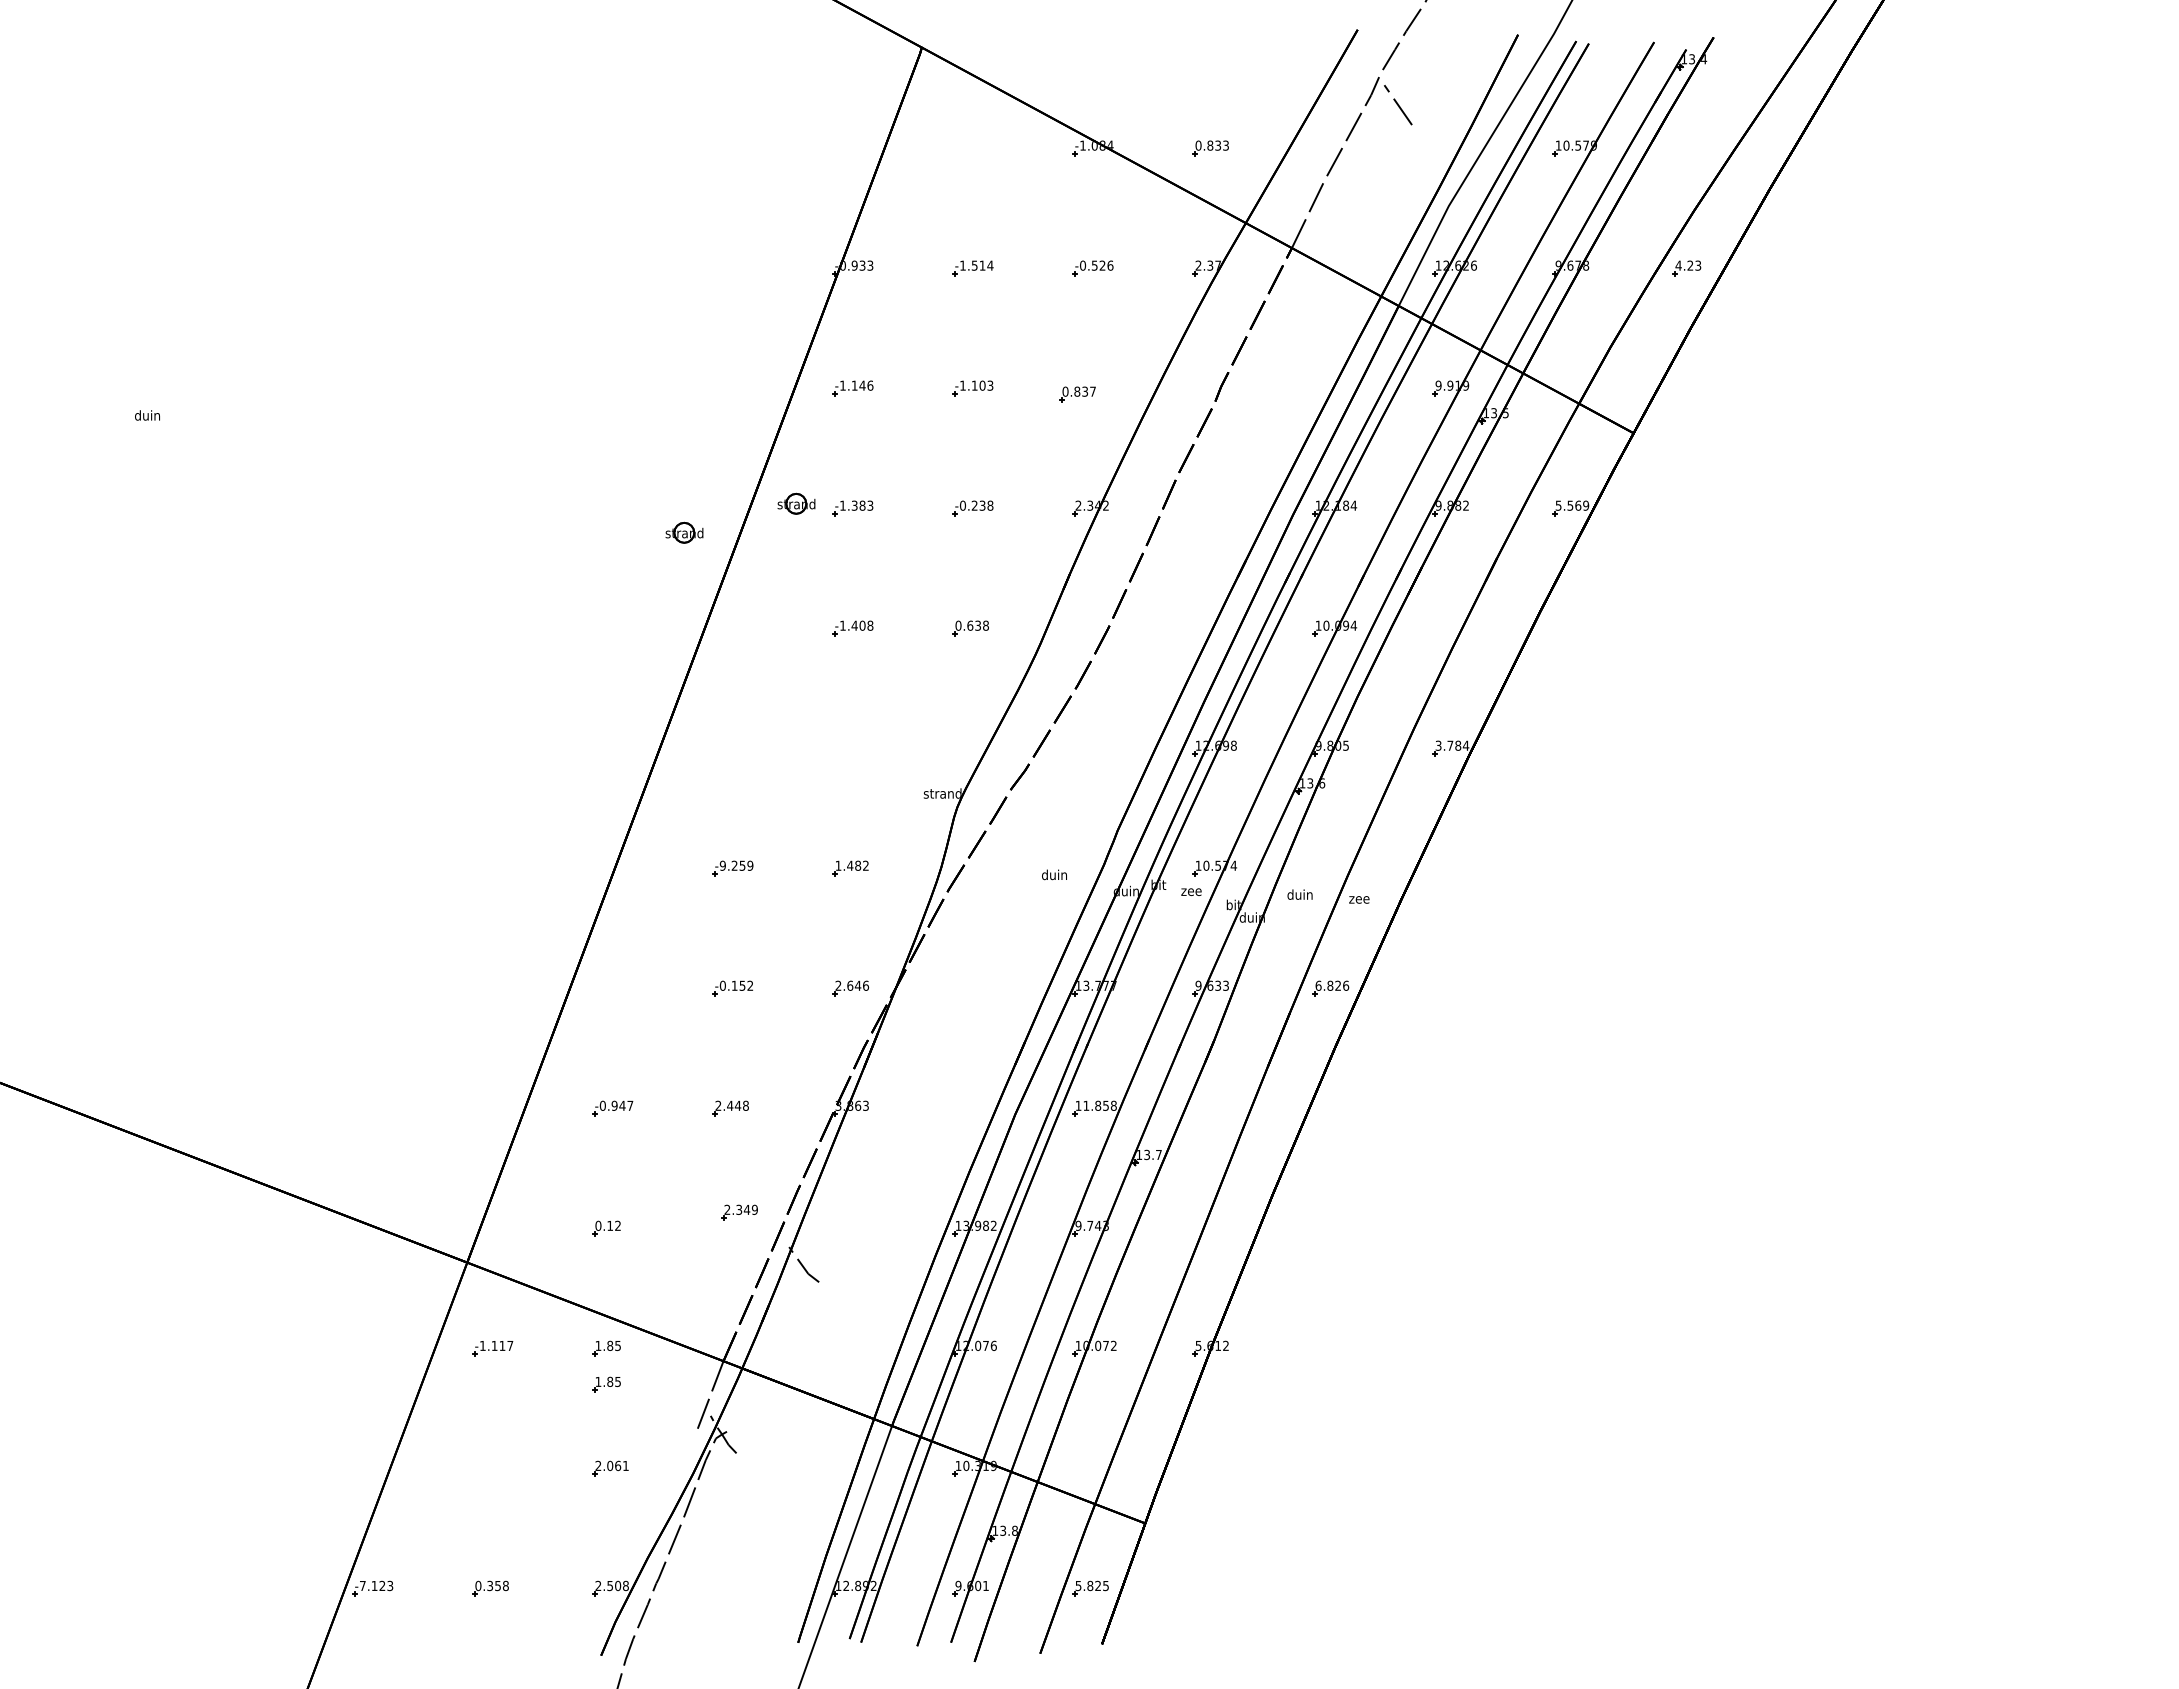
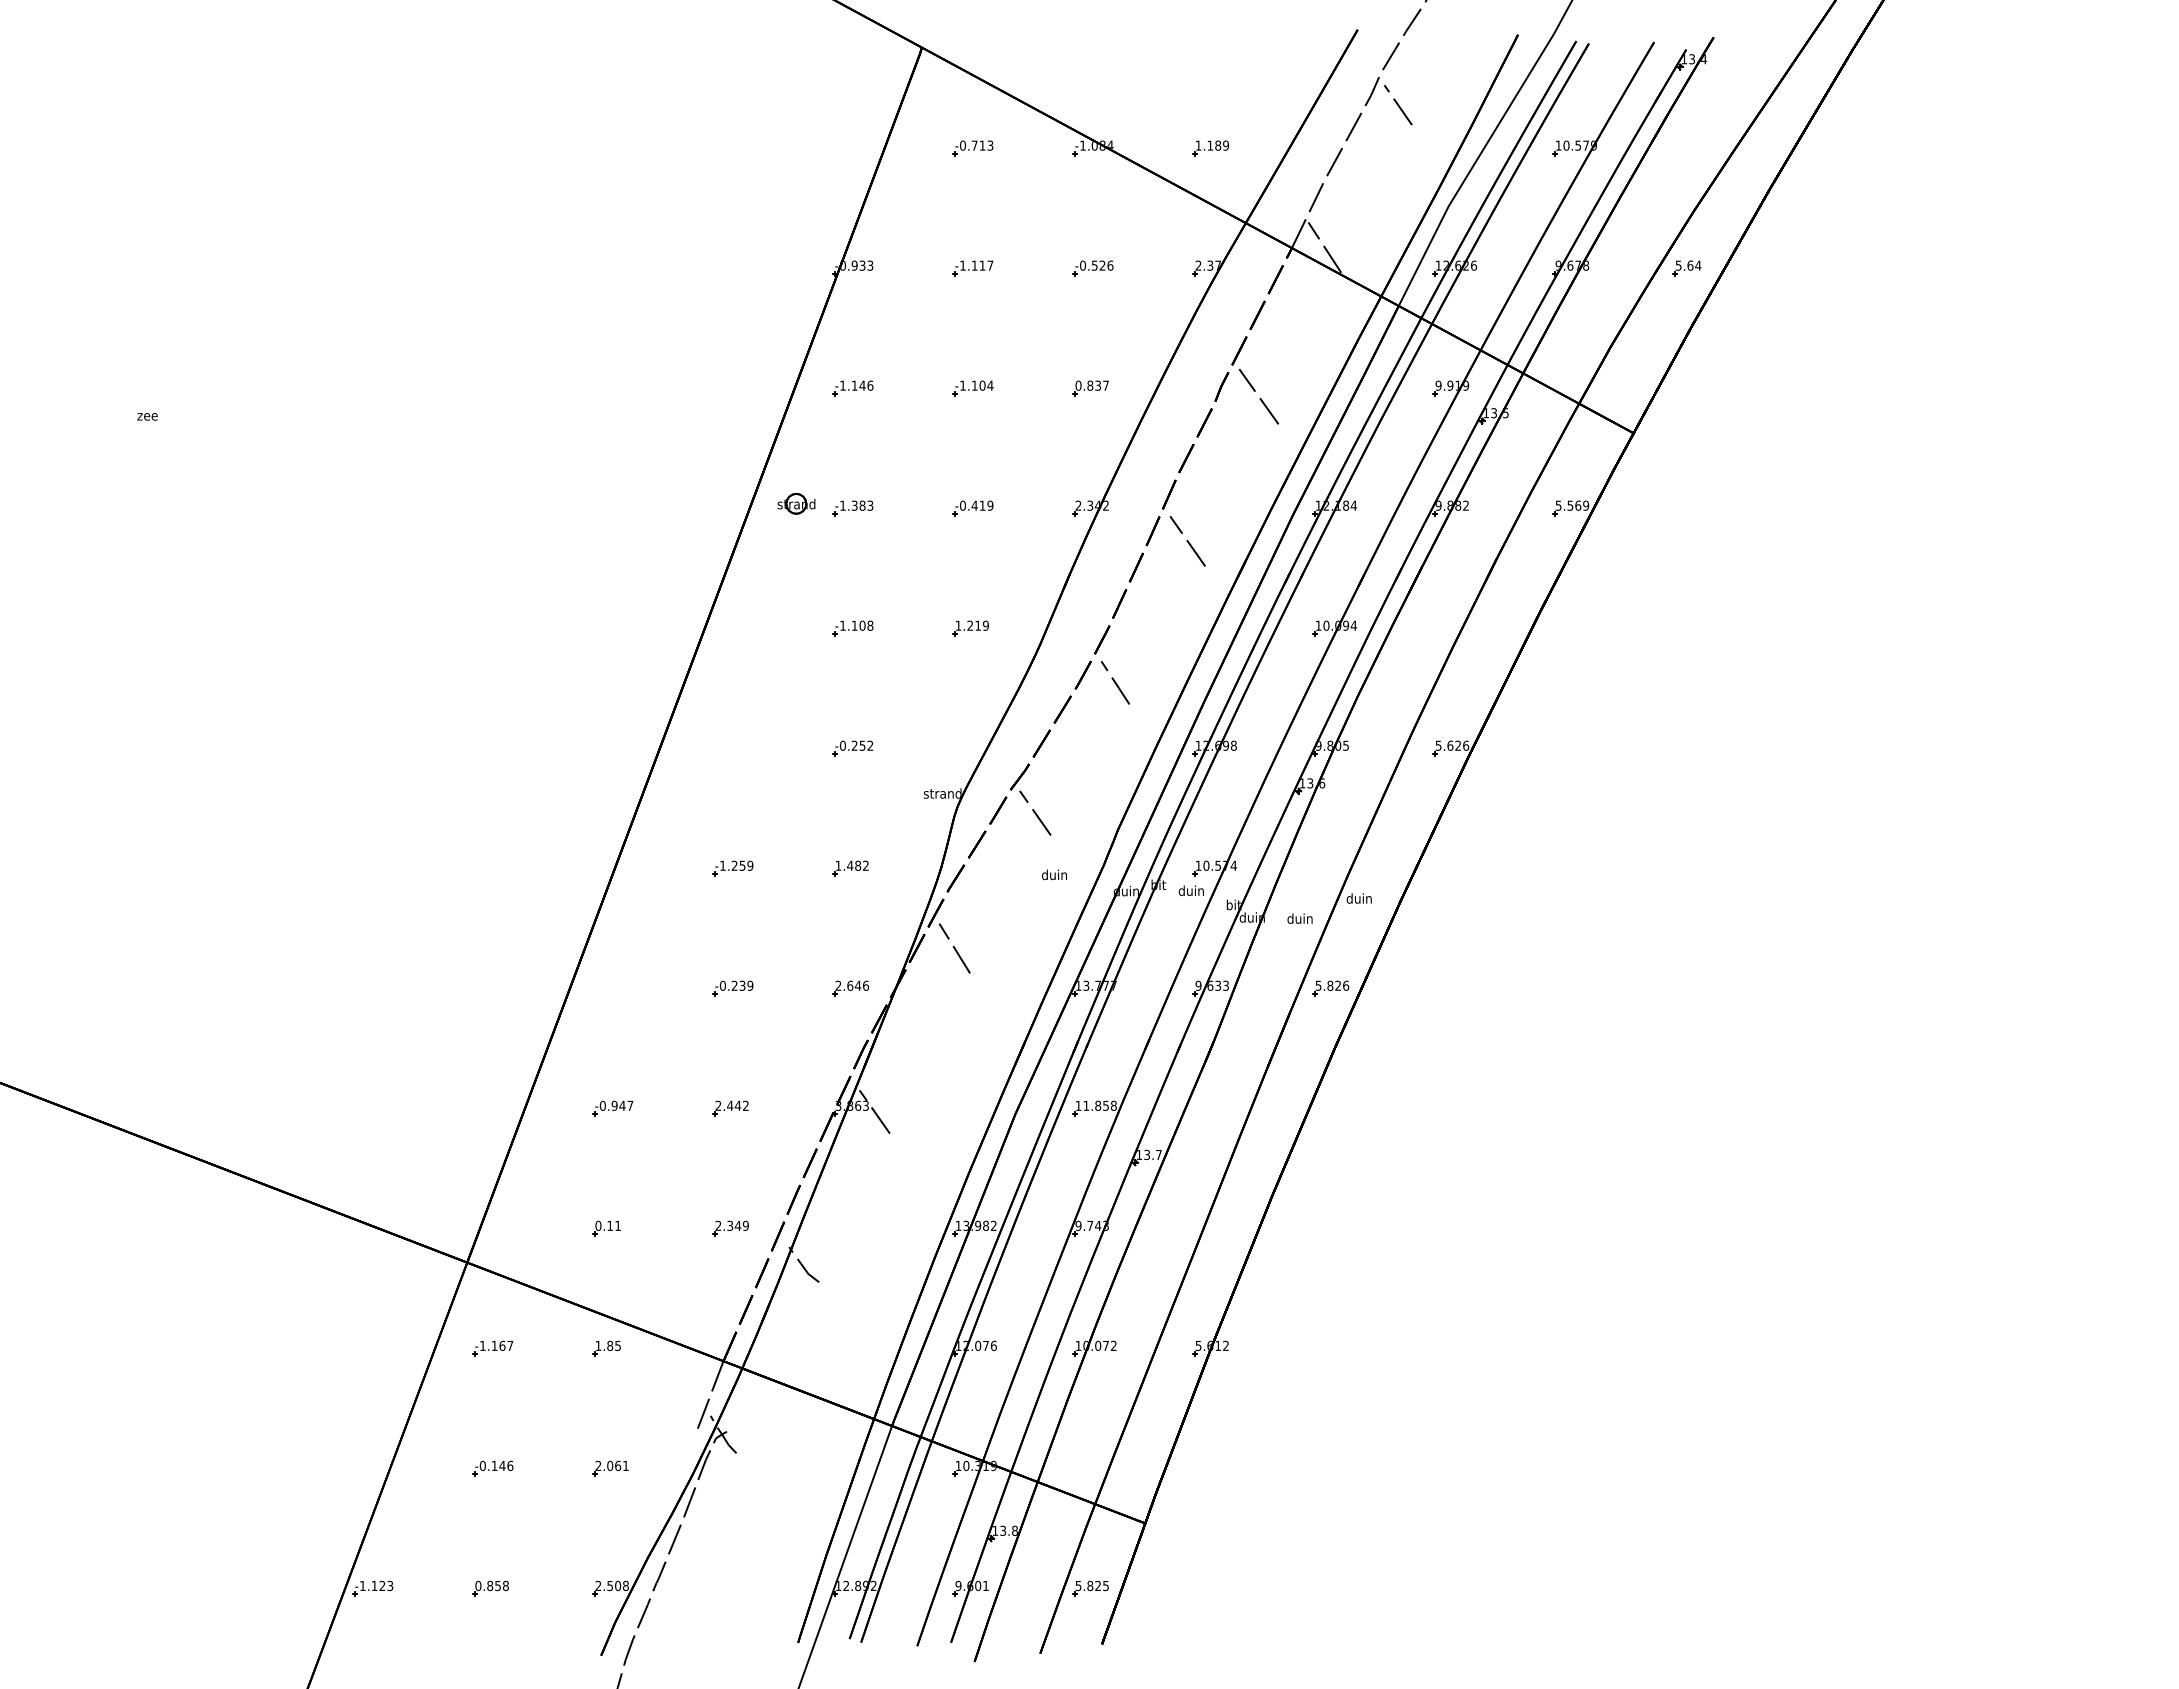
text at (1212, 145): 0.833 -> 1.189
part at (972, 148): none -> present
line at (1324, 247): none -> present
text at (982, 265): -1.514 -> -1.117
text at (1688, 265): 4.23 -> 5.64
text at (990, 385): -1.103 -> -1.104
part at (1077, 394) position: (1077, 394) -> (1090, 388)
line at (1258, 396): none -> present
text at (147, 415): duin -> zee
text at (982, 505): -0.238 -> -0.419
part at (684, 532): present -> none
line at (1187, 541): none -> present
text at (854, 625): -1.408 -> -1.108
text at (971, 625): 0.638 -> 1.219
line at (1115, 682): none -> present
text at (1452, 745): 3.784 -> 5.626
part at (852, 748): none -> present
line at (1034, 812): none -> present
text at (722, 865): -9.259 -> -1.259
text at (1190, 890): zee -> duin
text at (1299, 894) position: (1299, 894) -> (1299, 918)
text at (1358, 898): zee -> duin
line at (954, 948): none -> present
text at (742, 985): -0.152 -> -0.239
text at (1318, 985): 6.826 -> 5.826
text at (745, 1105): 2.448 -> 2.442
line at (874, 1111): none -> present
part at (739, 1212) position: (739, 1212) -> (730, 1228)
text at (617, 1225): 0.12 -> 0.11
text at (502, 1345): -1.117 -> -1.167
part at (606, 1384): present -> none
part at (492, 1468): none -> present
text at (362, 1585): -7.123 -> -1.123
text at (490, 1585): 0.358 -> 0.858
